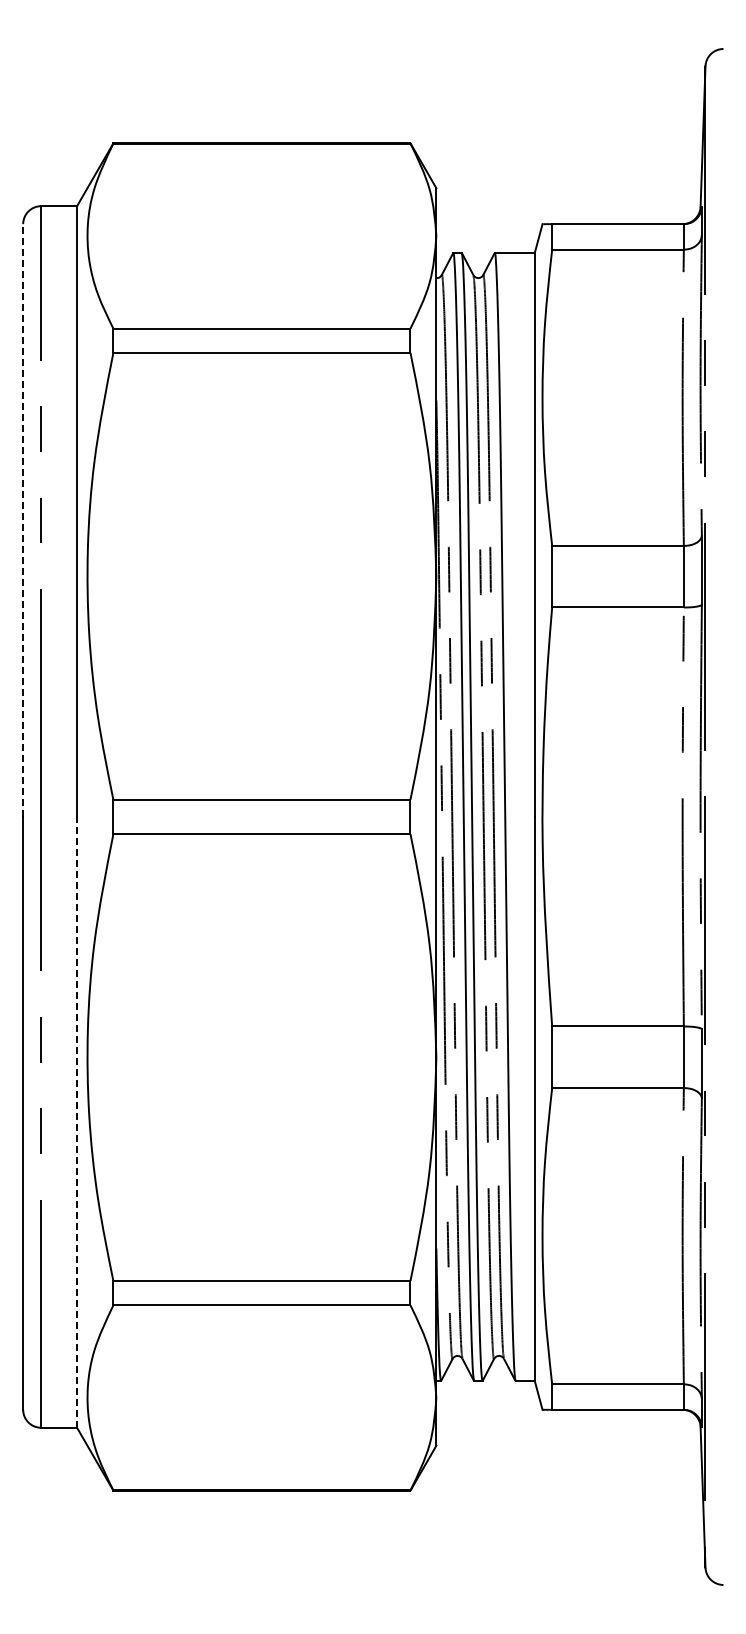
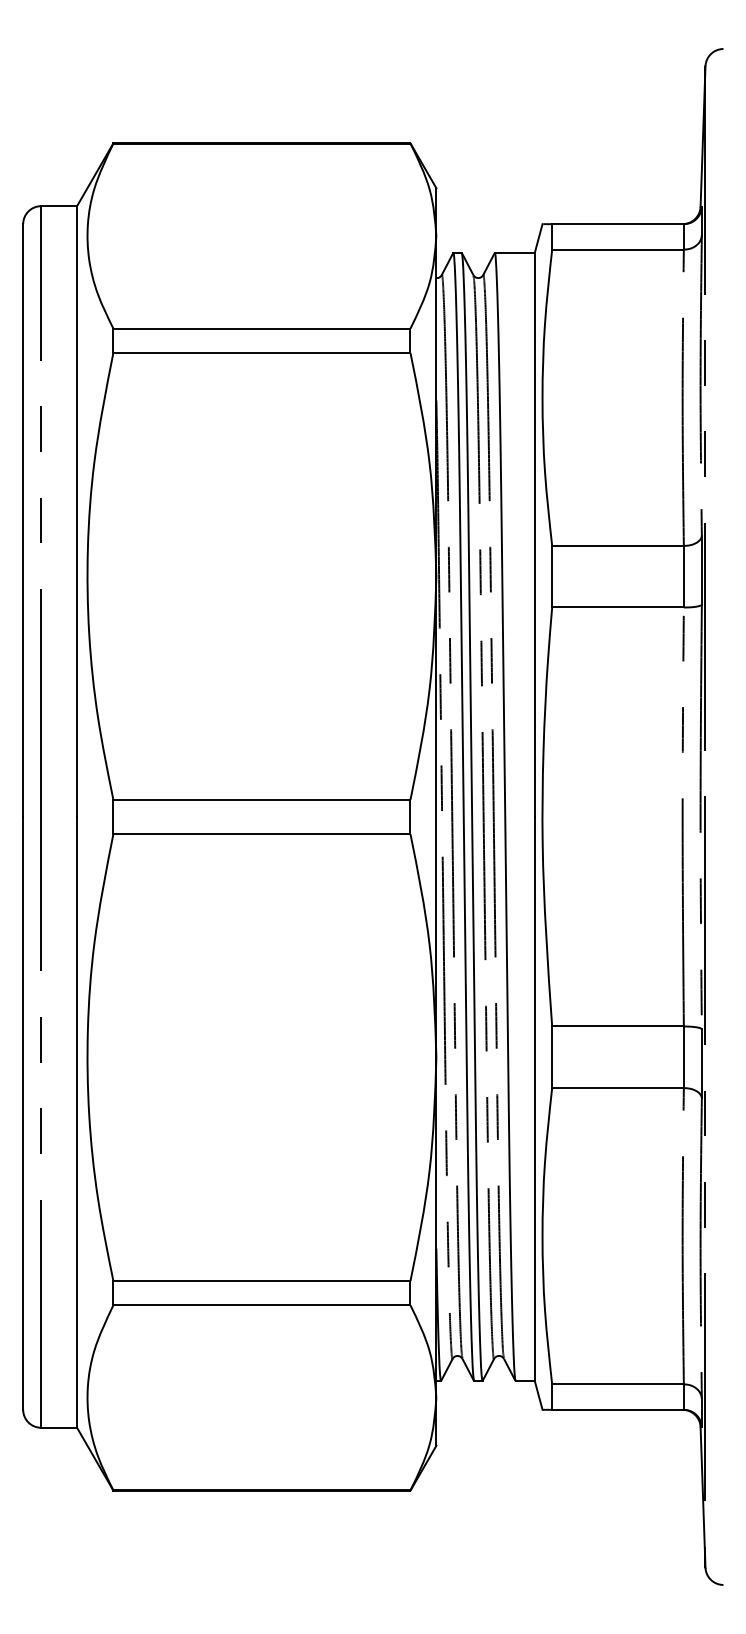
line at (23, 520): dashed -> solid
line at (77, 1121): dashed -> solid
